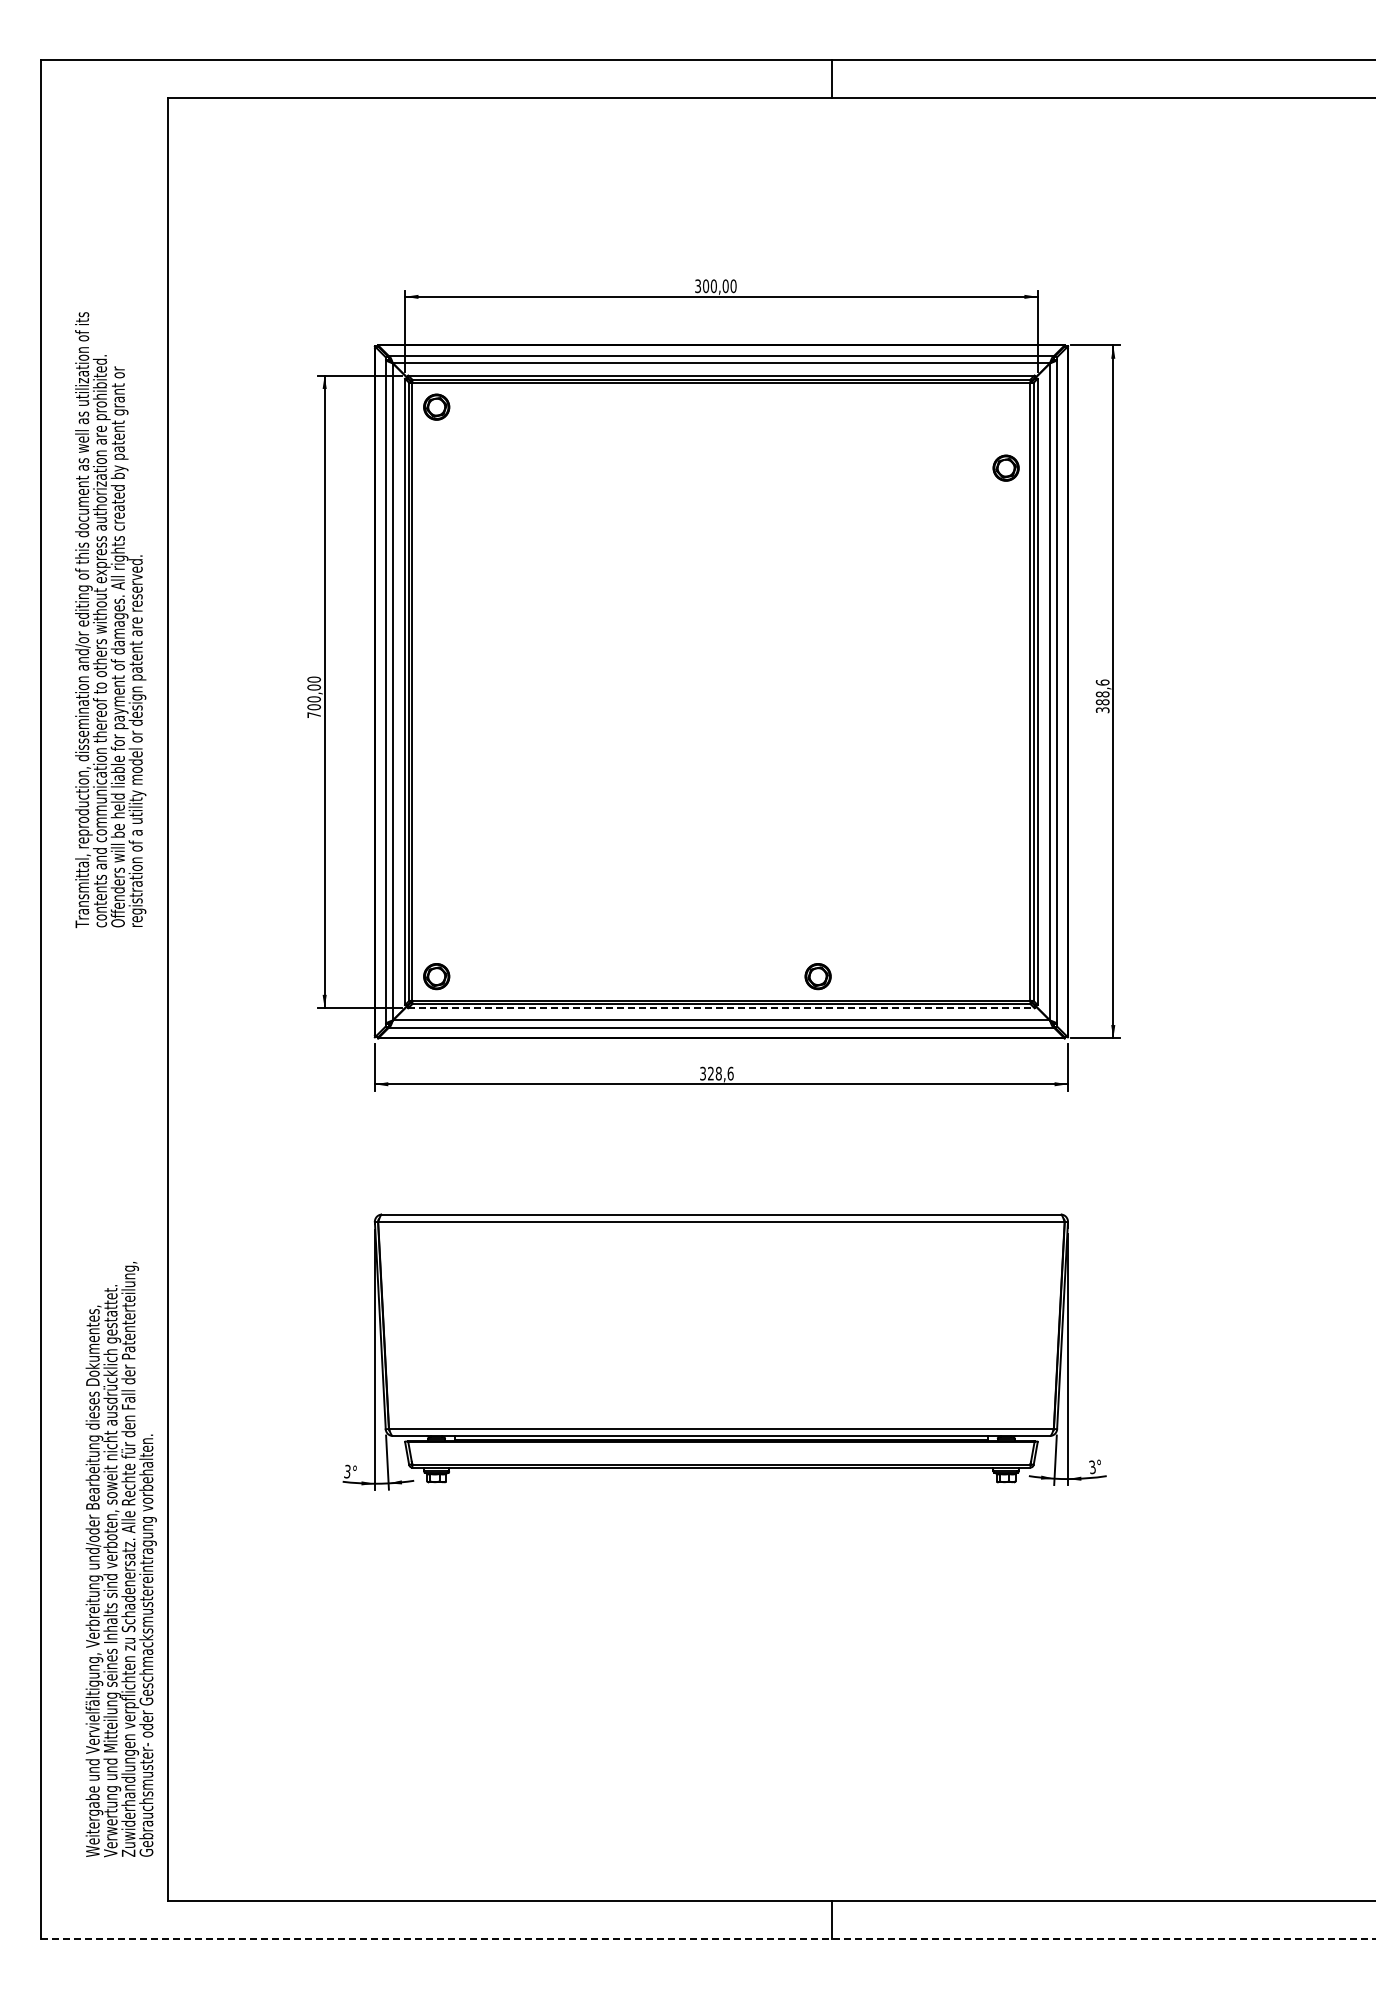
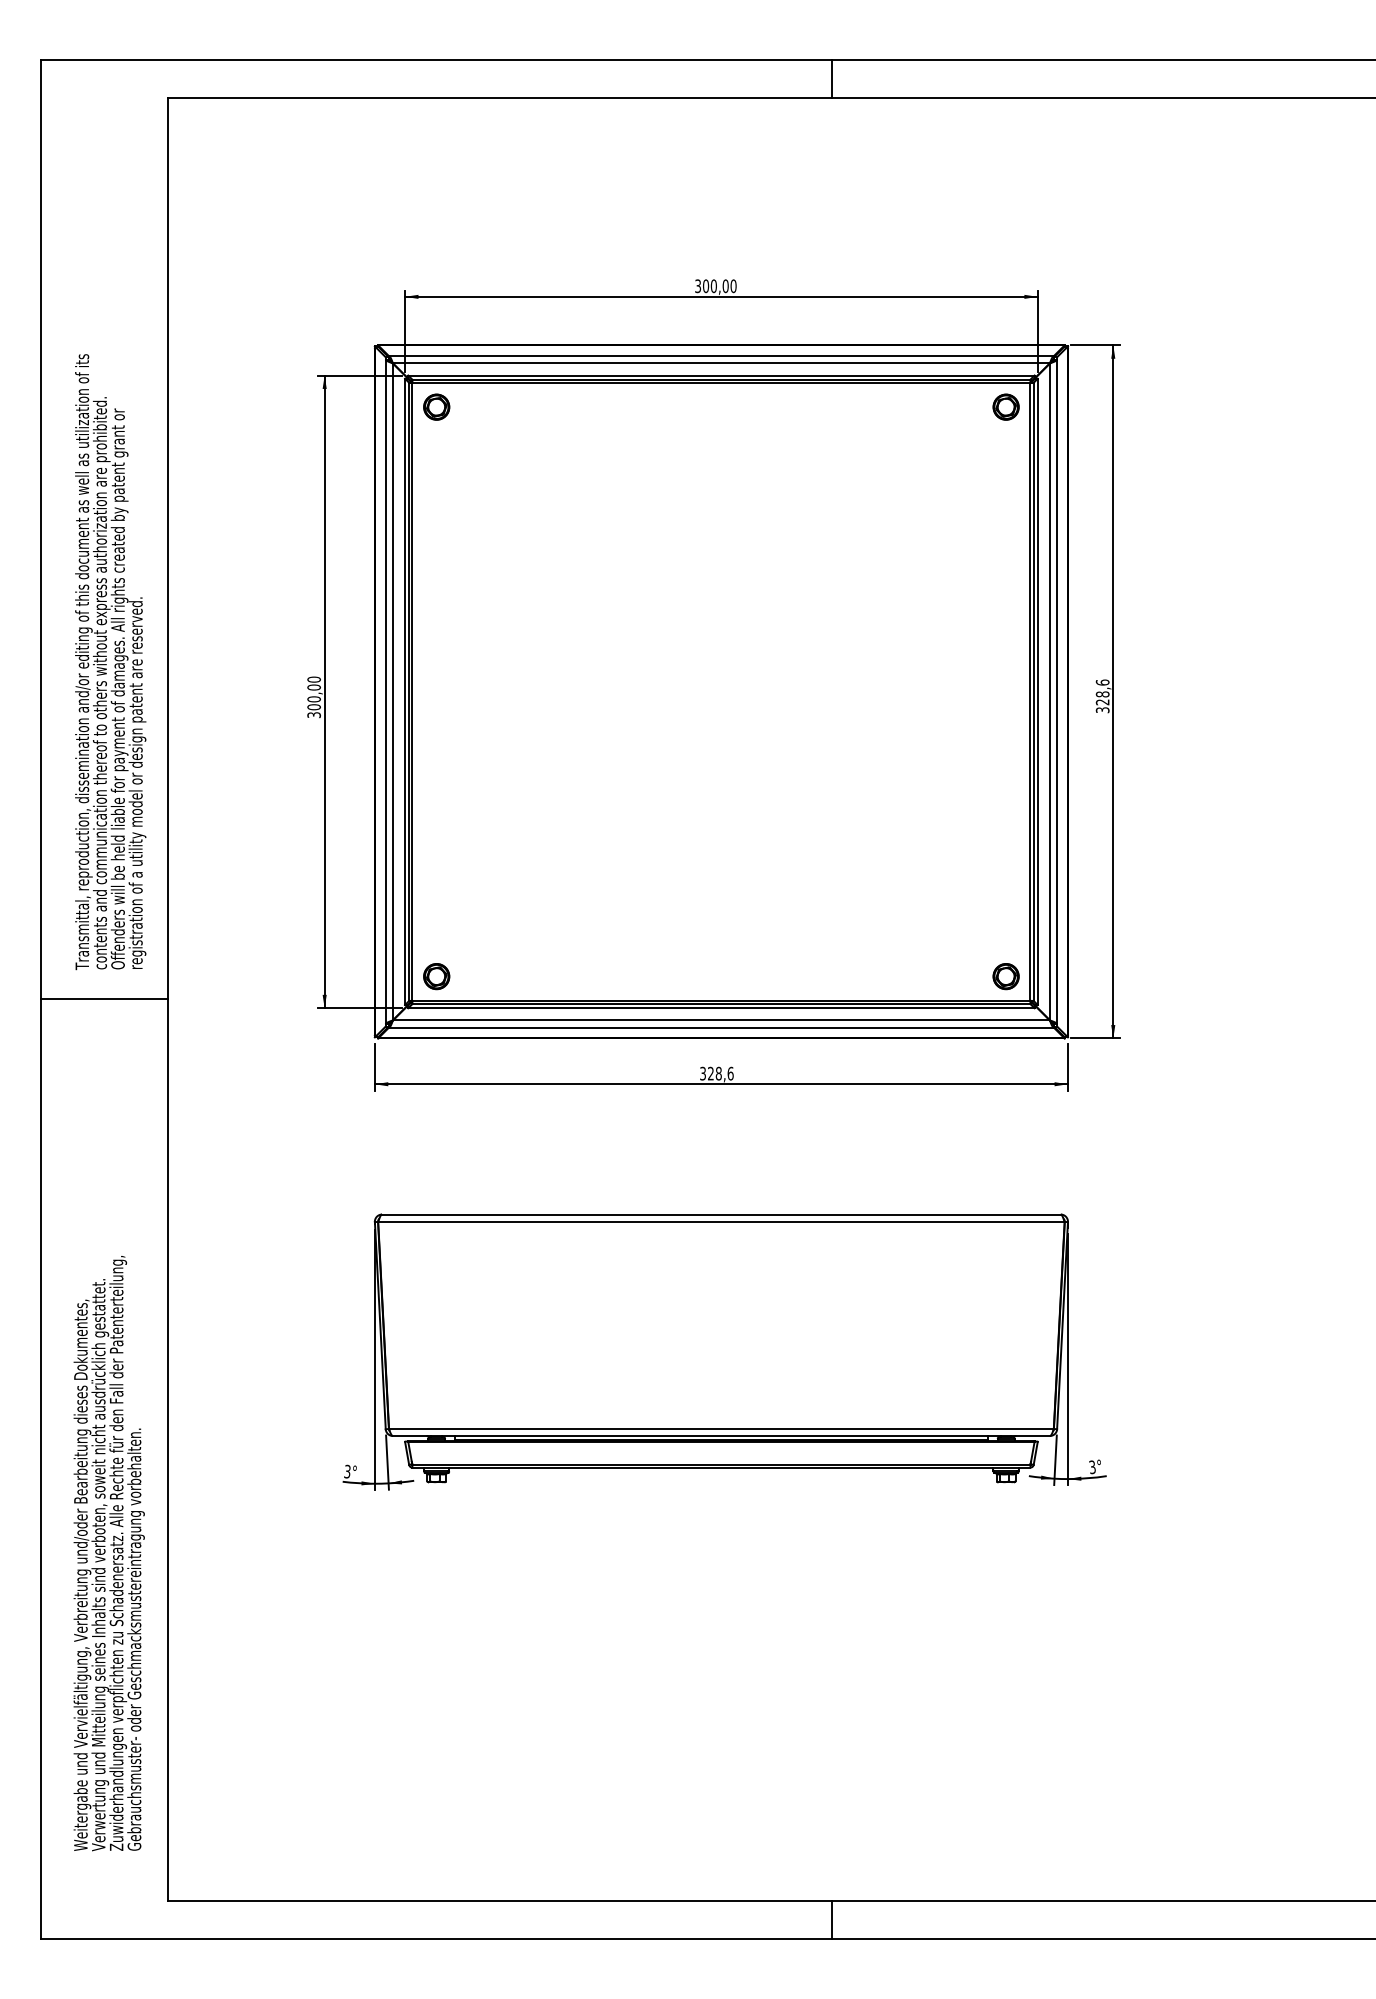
part at (1005, 467) position: (1005, 467) -> (1005, 406)
text at (110, 620) position: (110, 620) -> (110, 662)
text at (1102, 702): 388,6 -> 328,6
text at (313, 715): 700,00 -> 300,00
part at (817, 976) position: (817, 976) -> (1005, 976)
line at (104, 999): none -> present
line at (721, 1008): dashed -> solid
text at (120, 1559) position: (120, 1559) -> (108, 1553)
line at (708, 1939): dashed -> solid
